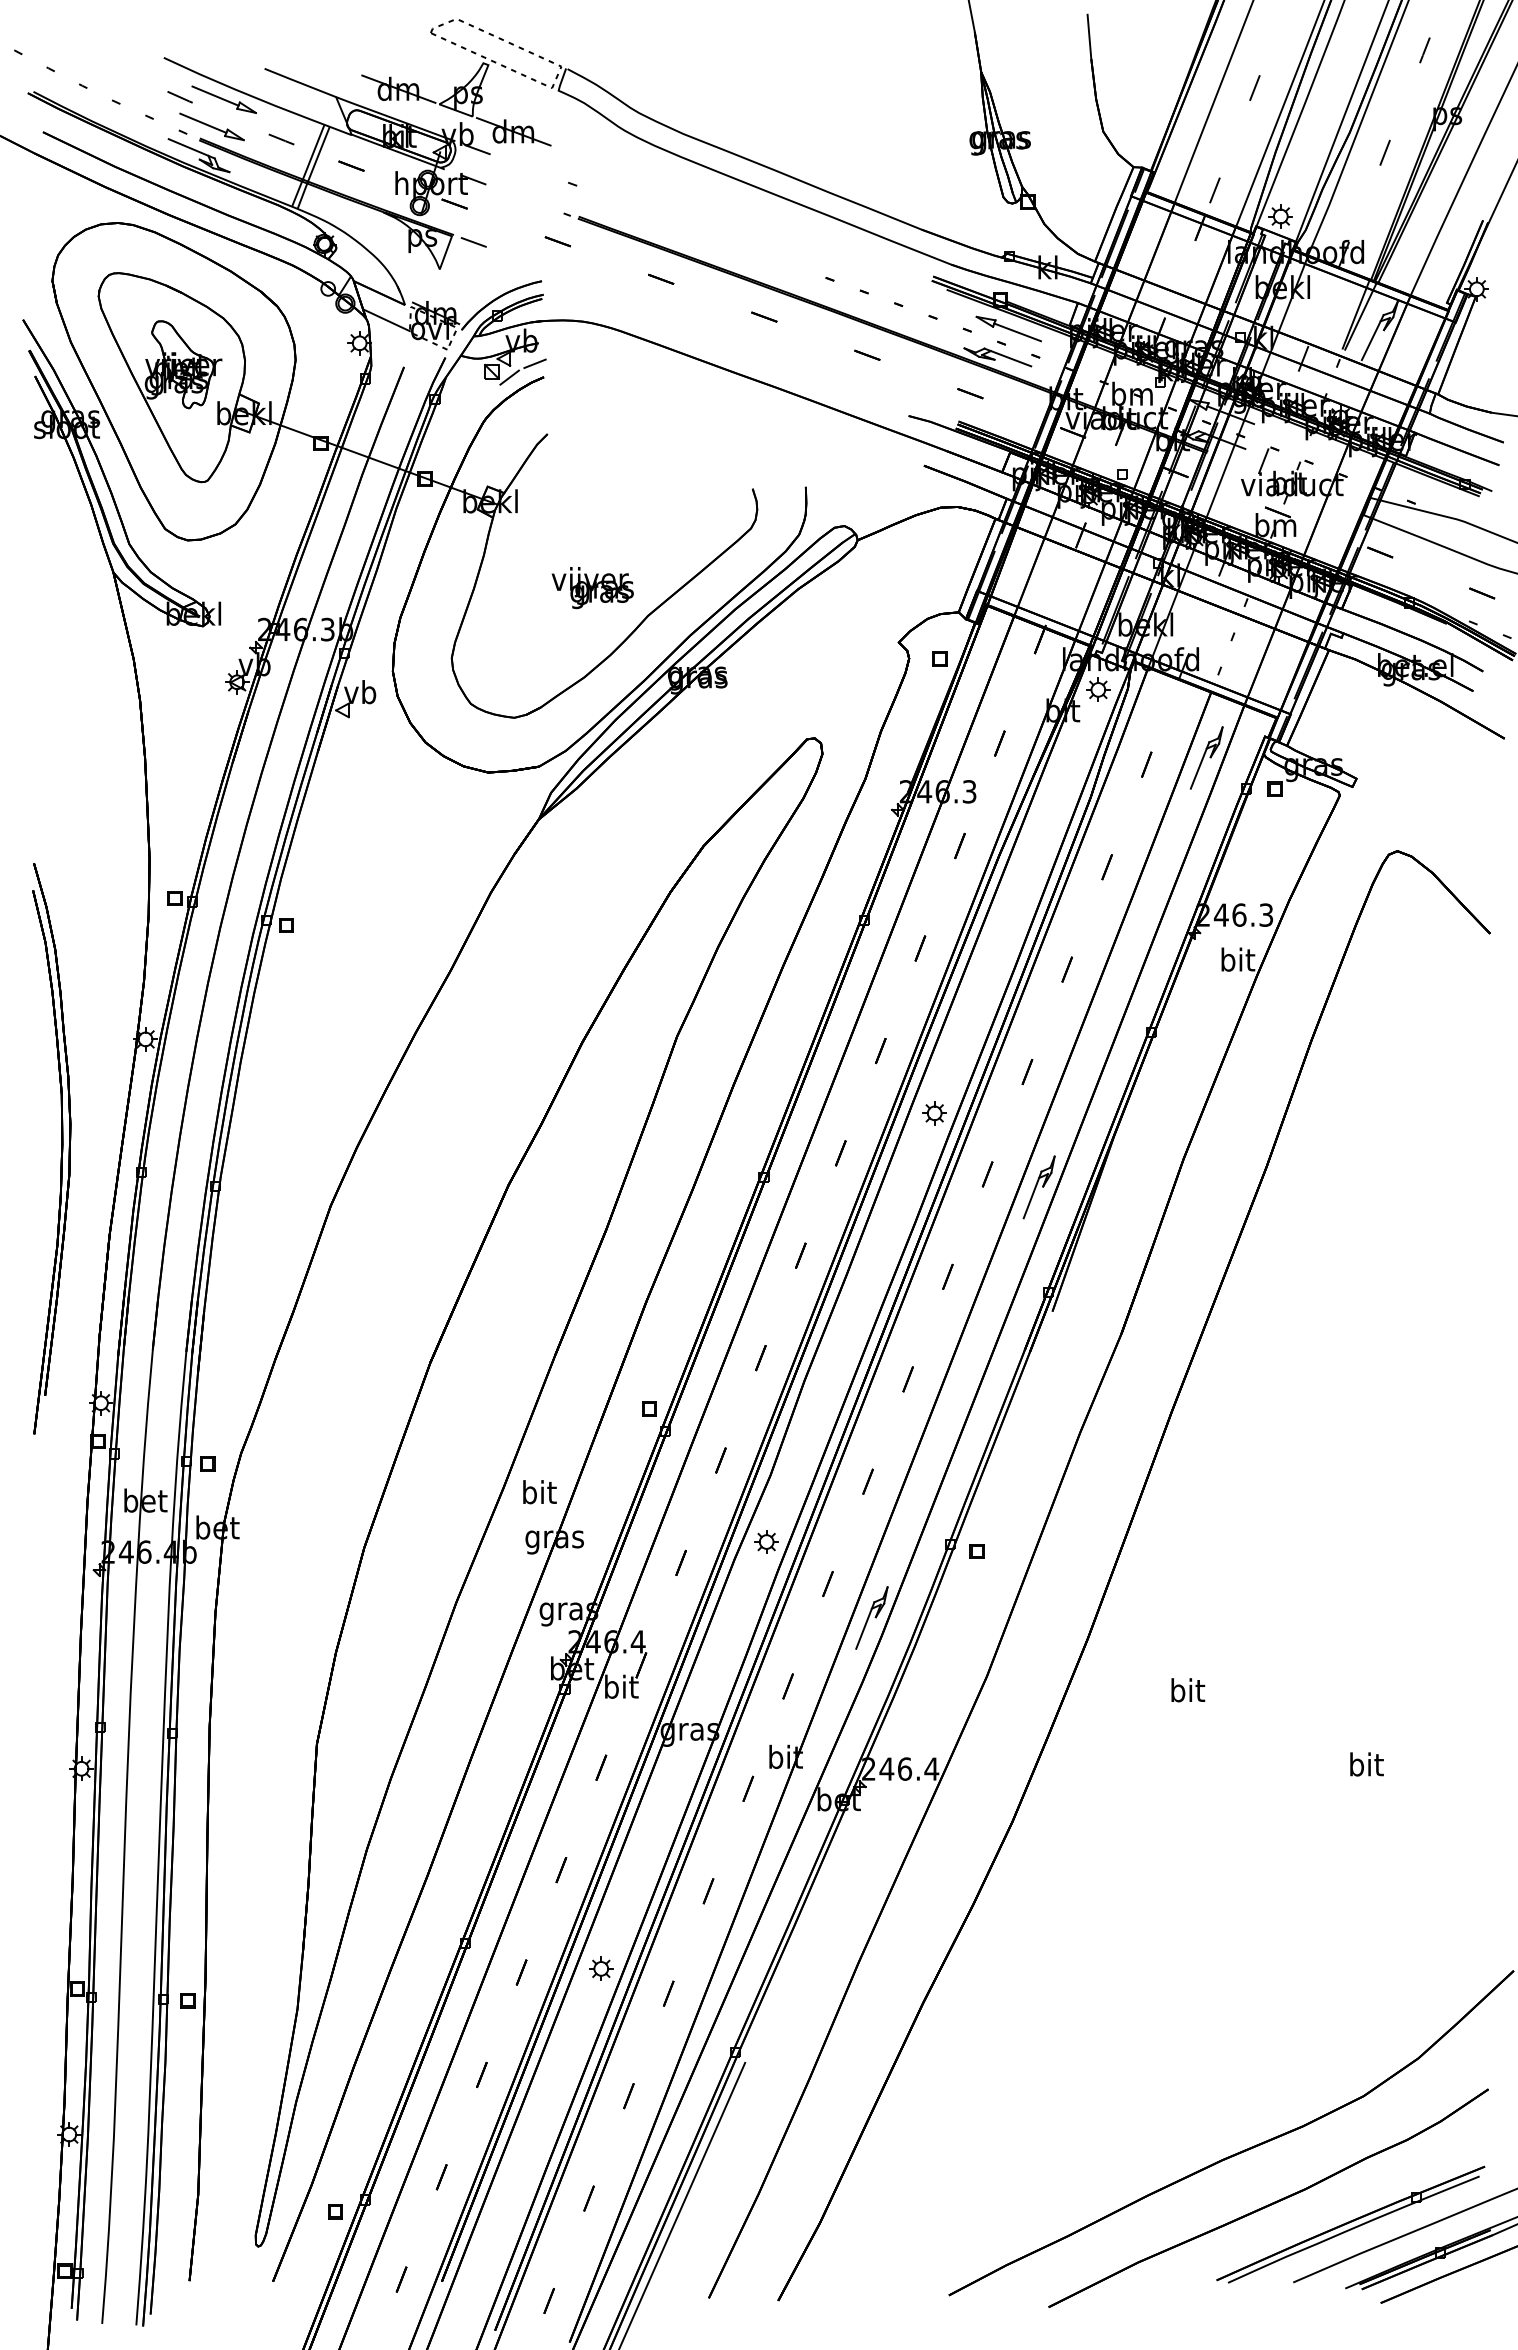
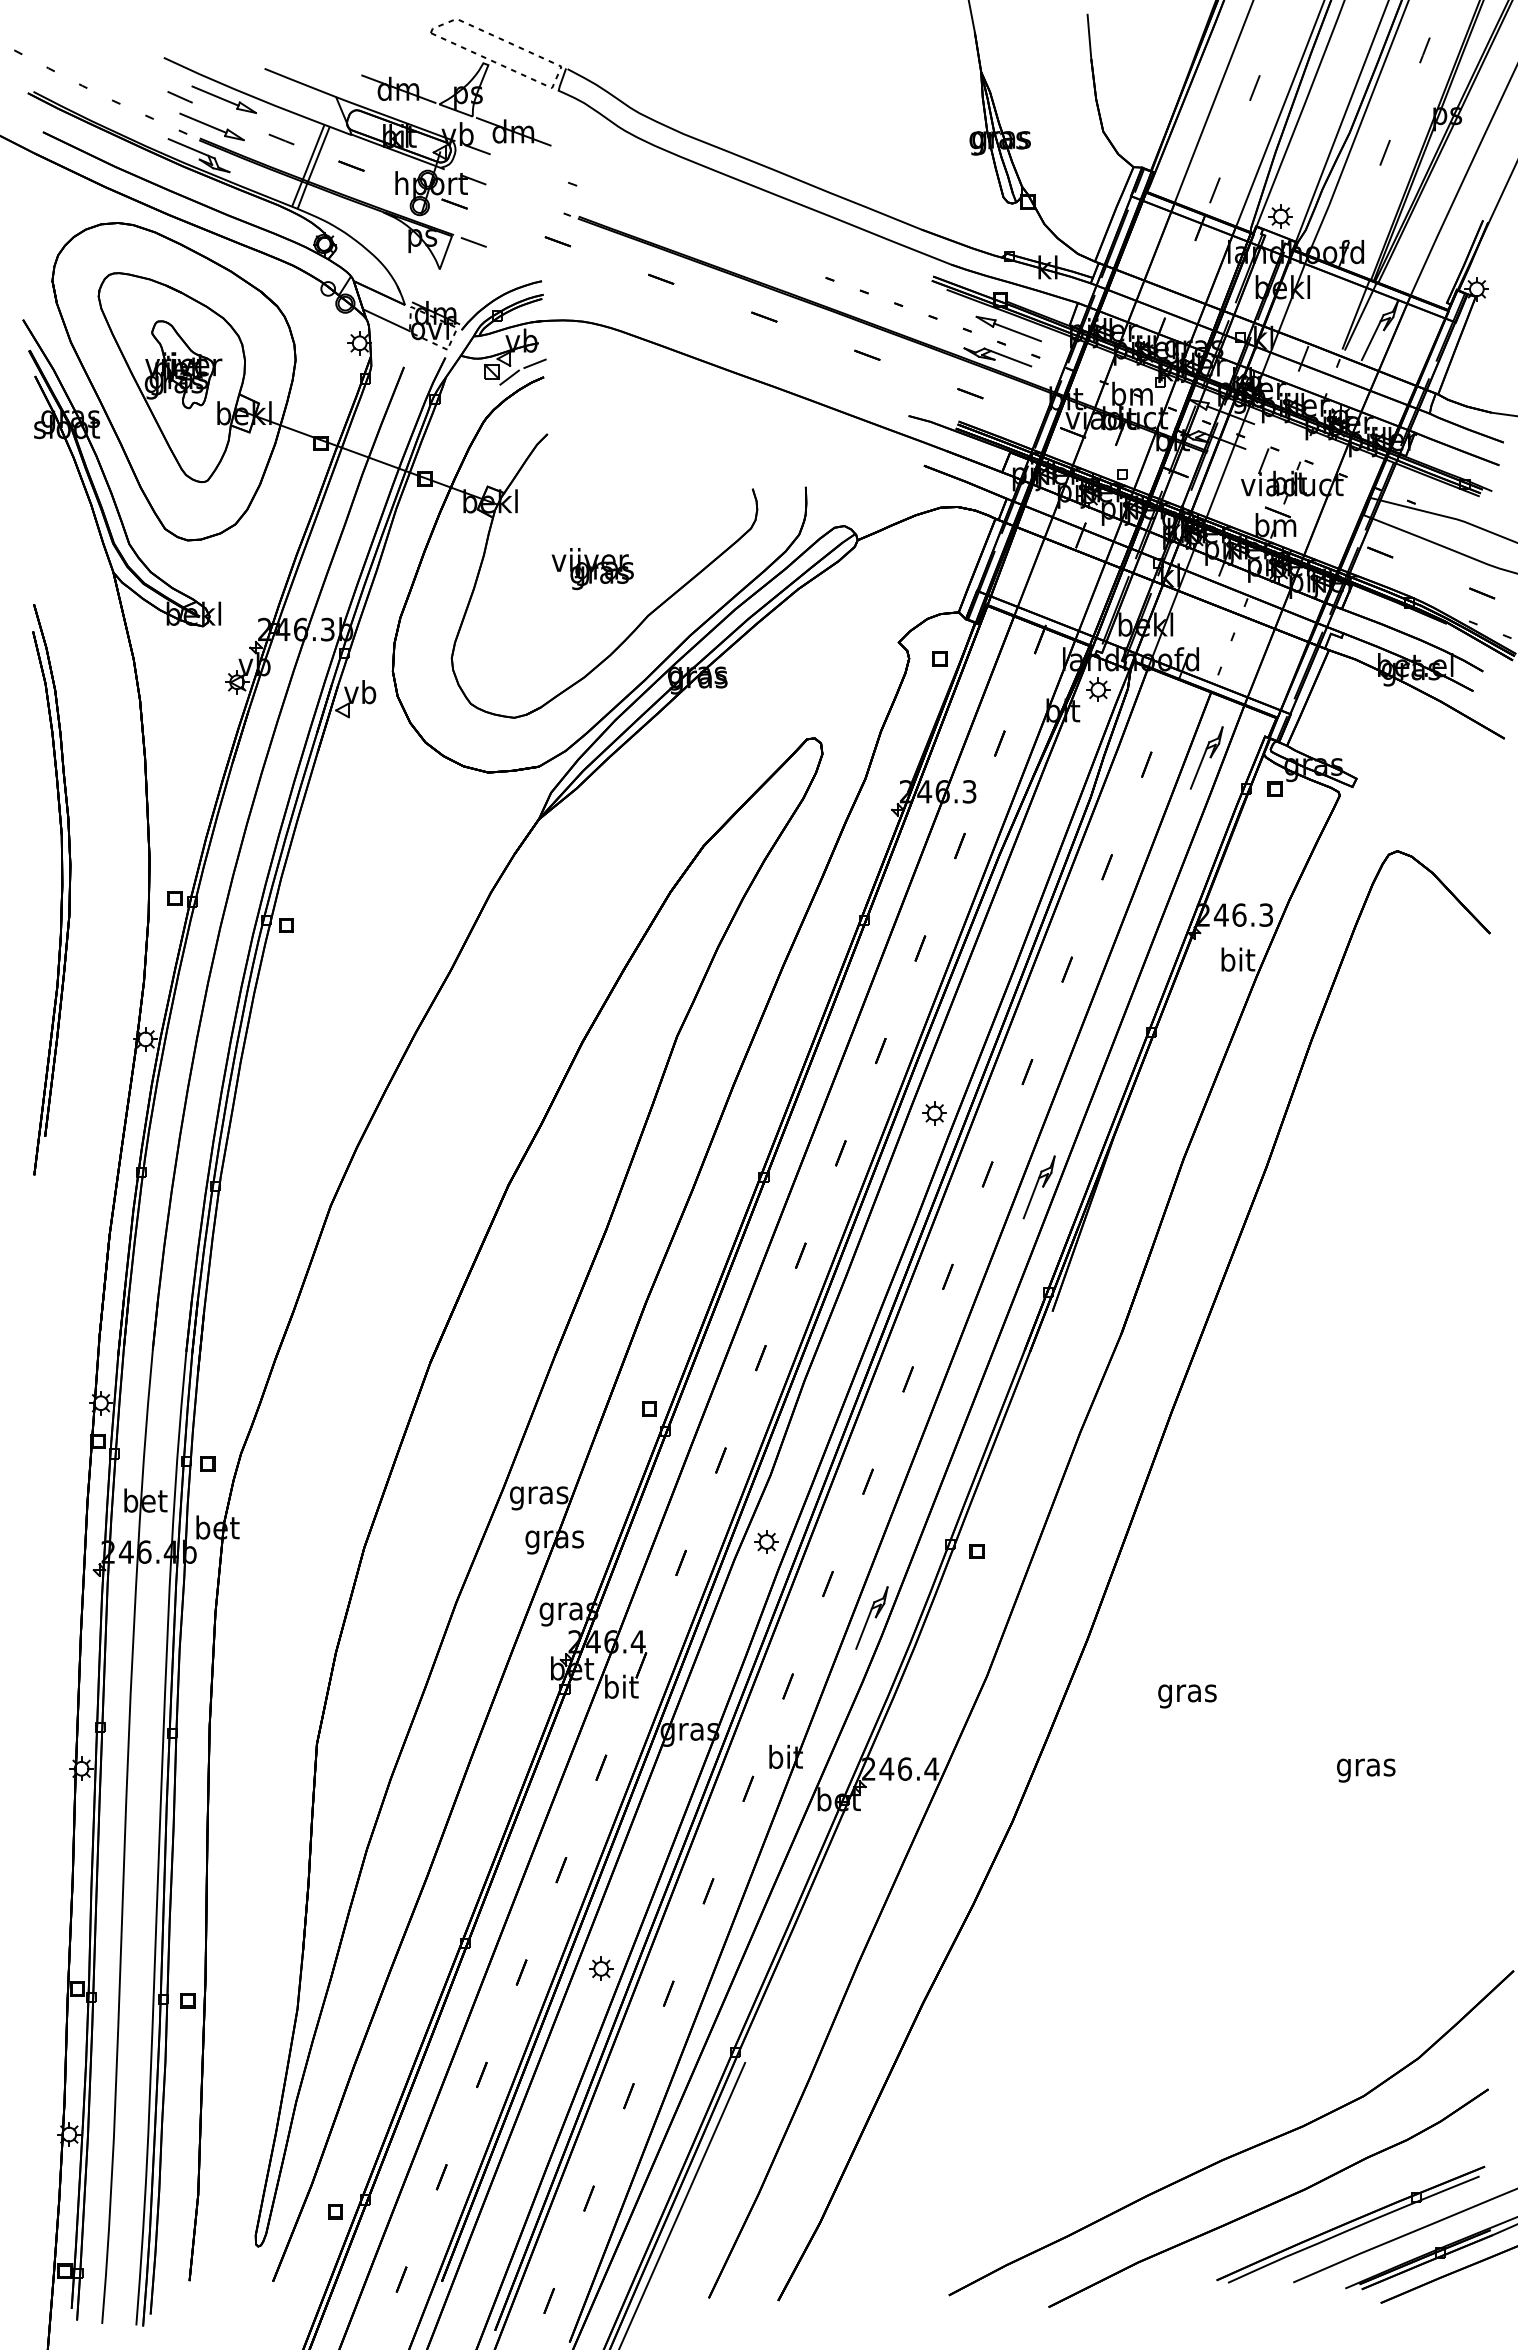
text at (592, 588) position: (592, 588) -> (592, 569)
part at (61, 1148) position: (61, 1148) -> (61, 889)
text at (539, 1495): bit -> gras
text at (1187, 1693): bit -> gras
text at (1366, 1767): bit -> gras
